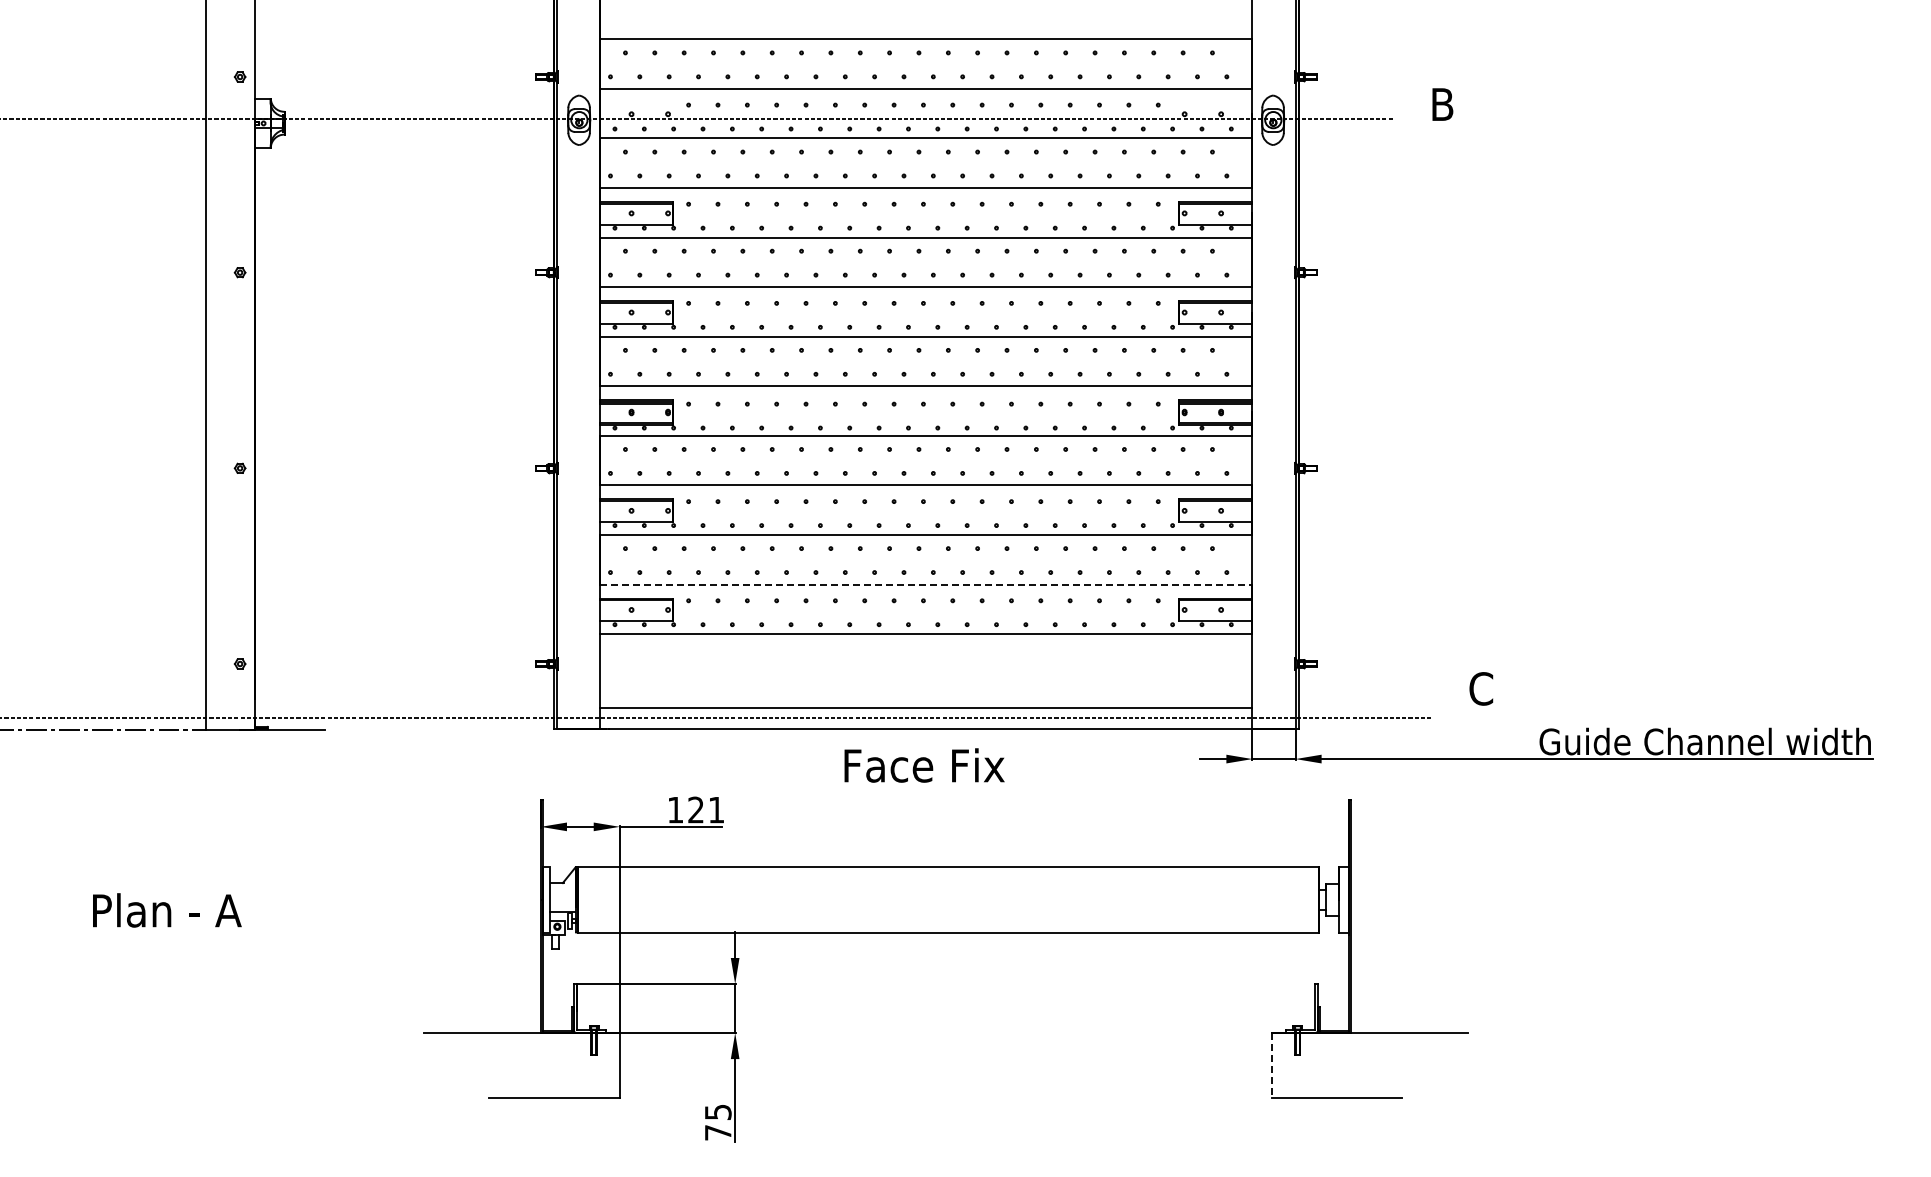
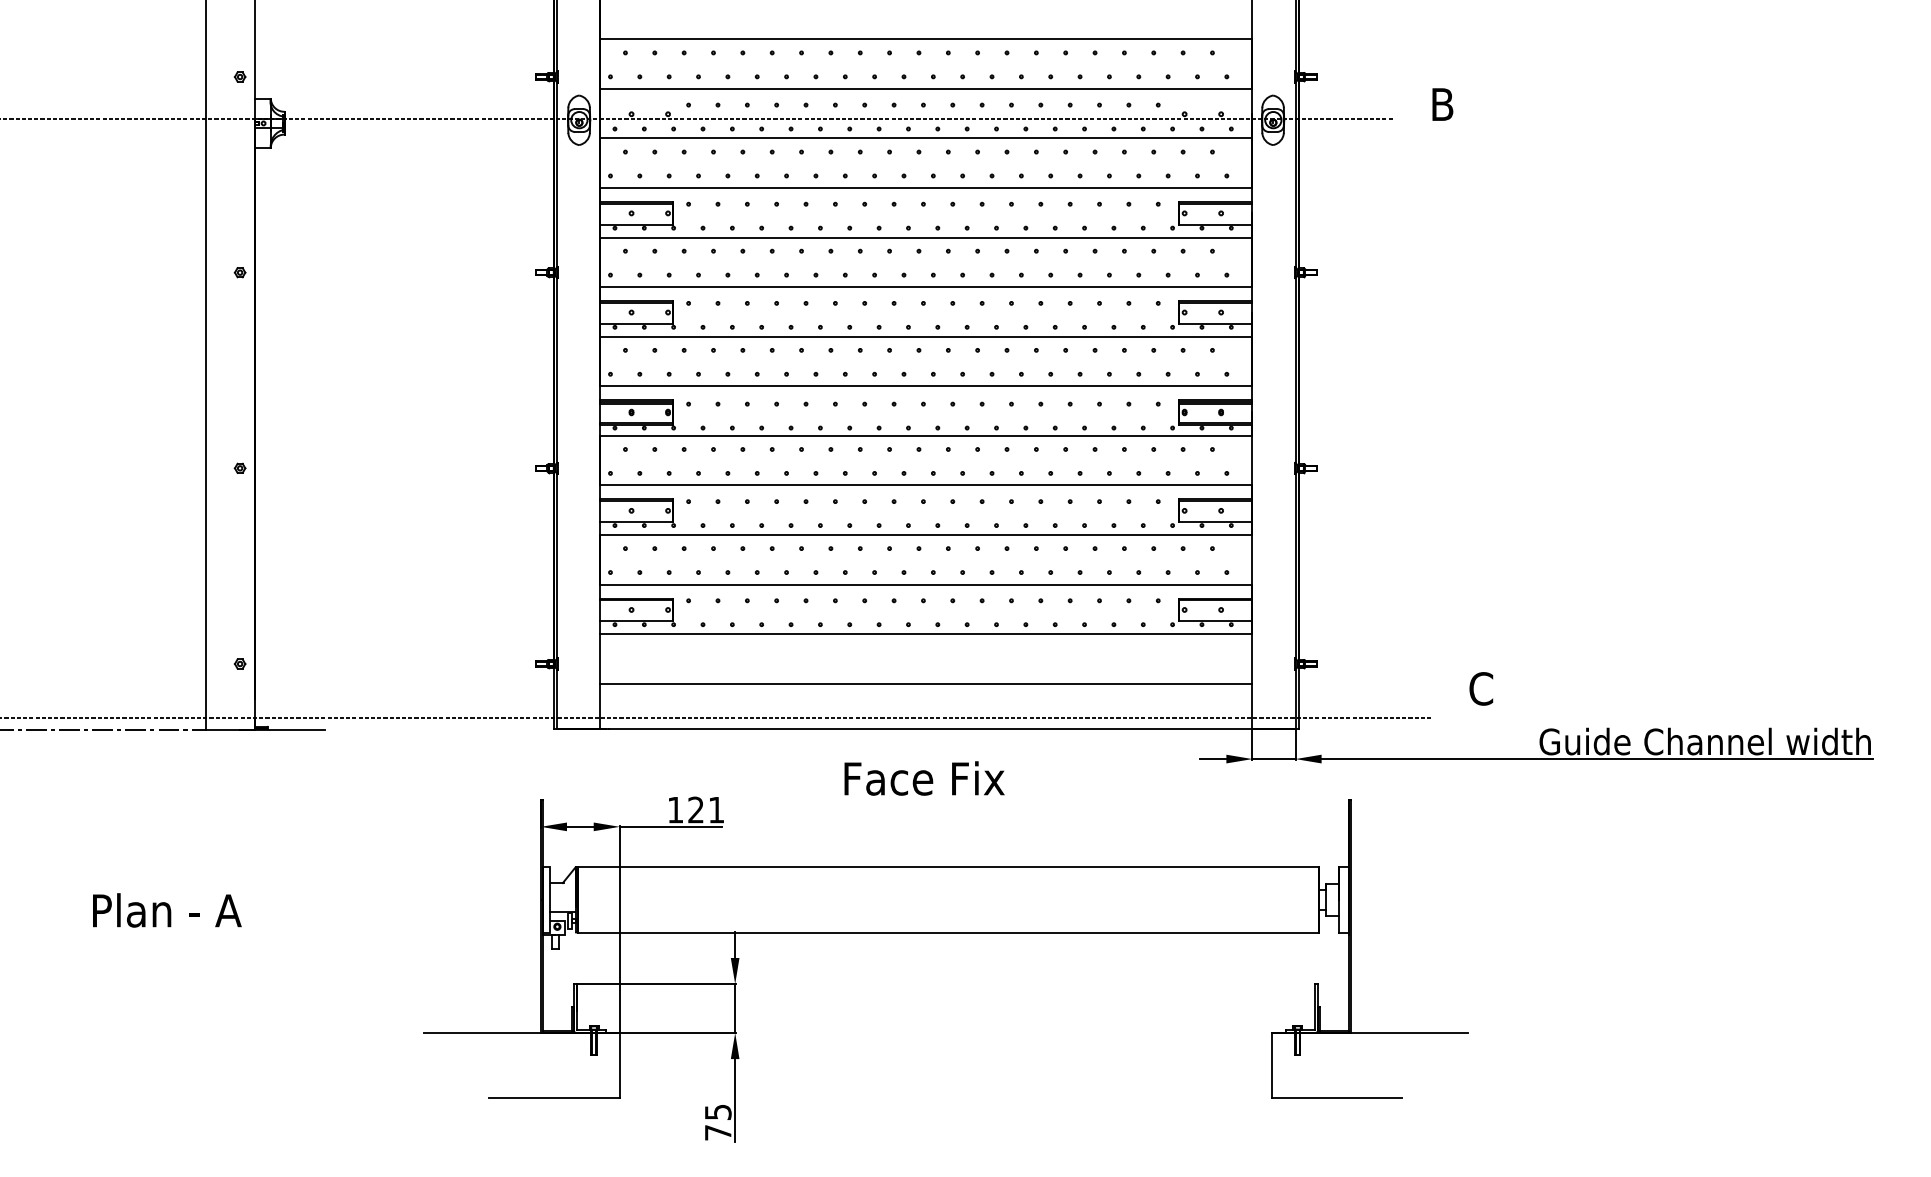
line at (926, 584): dashed -> solid
line at (926, 707) position: (926, 707) -> (926, 683)
text at (924, 765) position: (924, 765) -> (924, 778)
line at (1272, 1065): dashed -> solid
